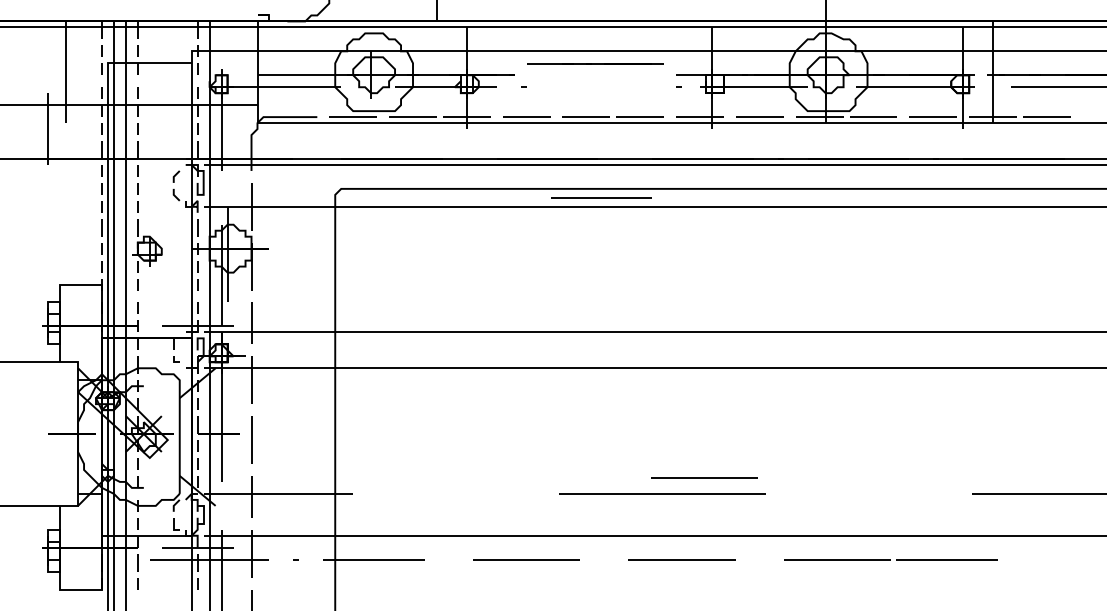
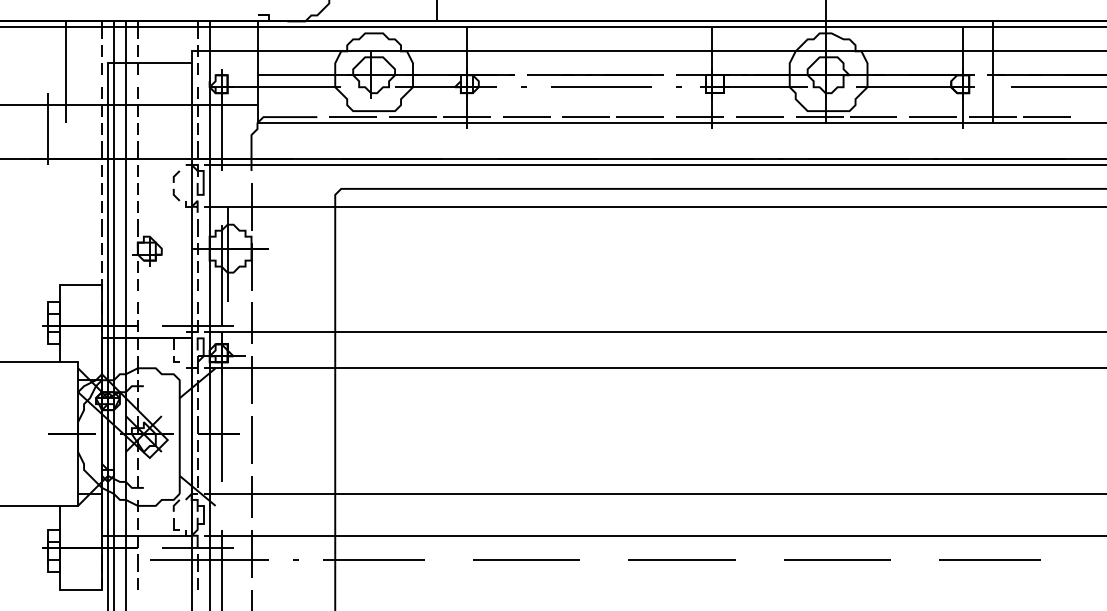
line at (595, 63) position: (595, 63) -> (595, 74)
line at (601, 197) position: (601, 197) -> (601, 86)
line at (704, 477): present -> none
line at (657, 493): dashed -> solid
line at (946, 559) position: (946, 559) -> (989, 559)
